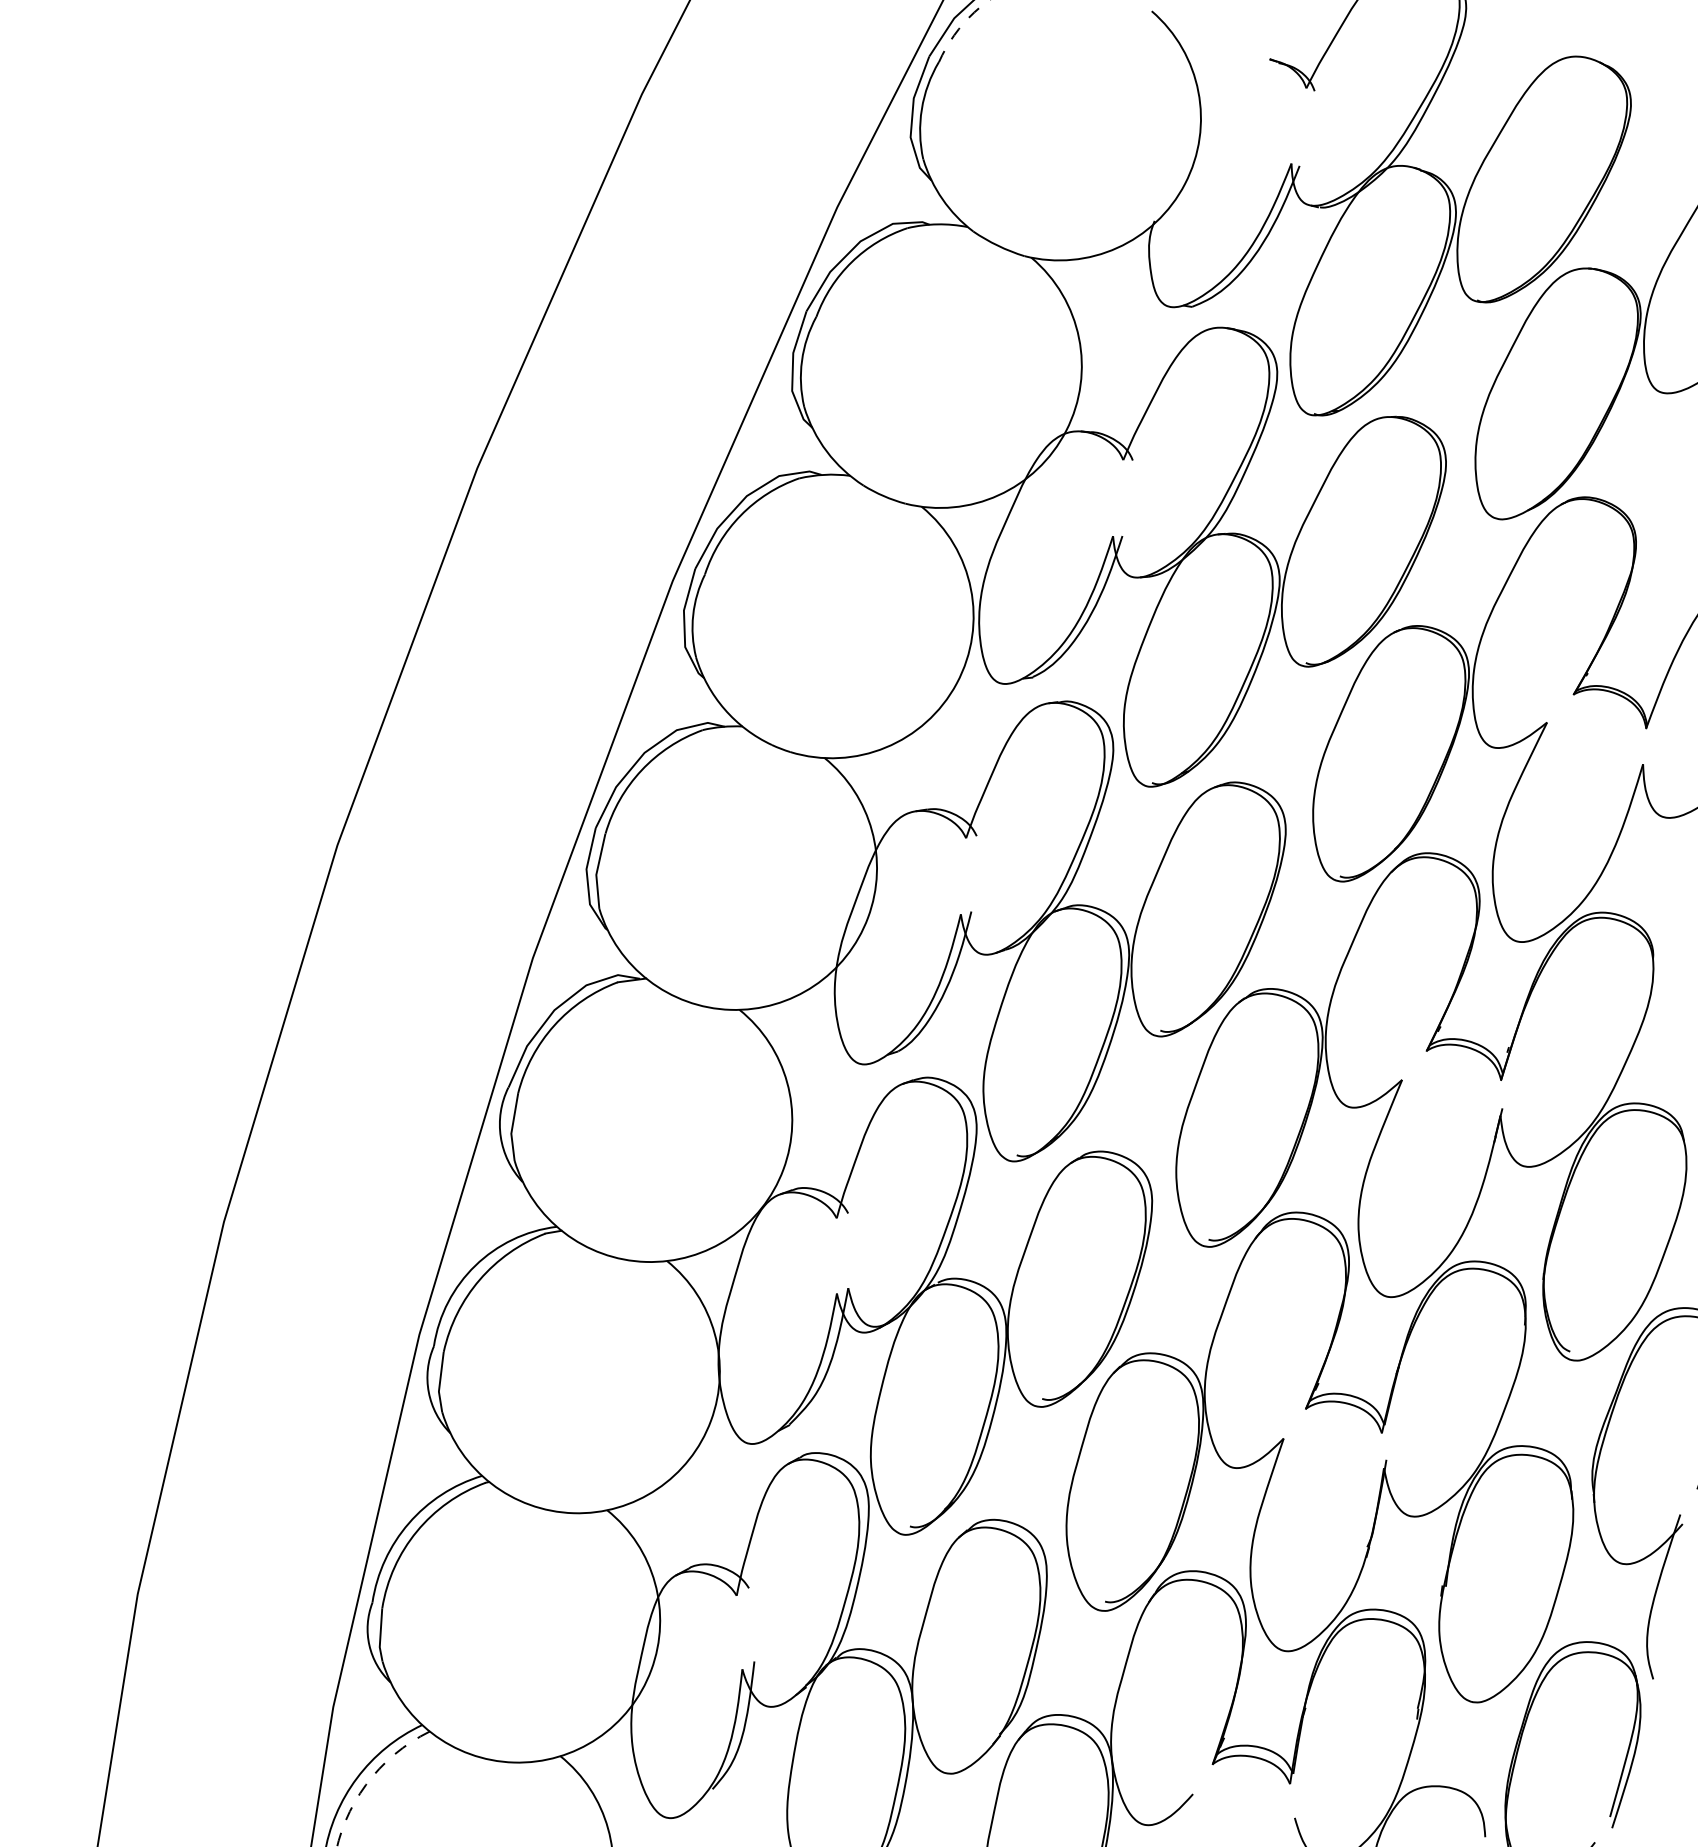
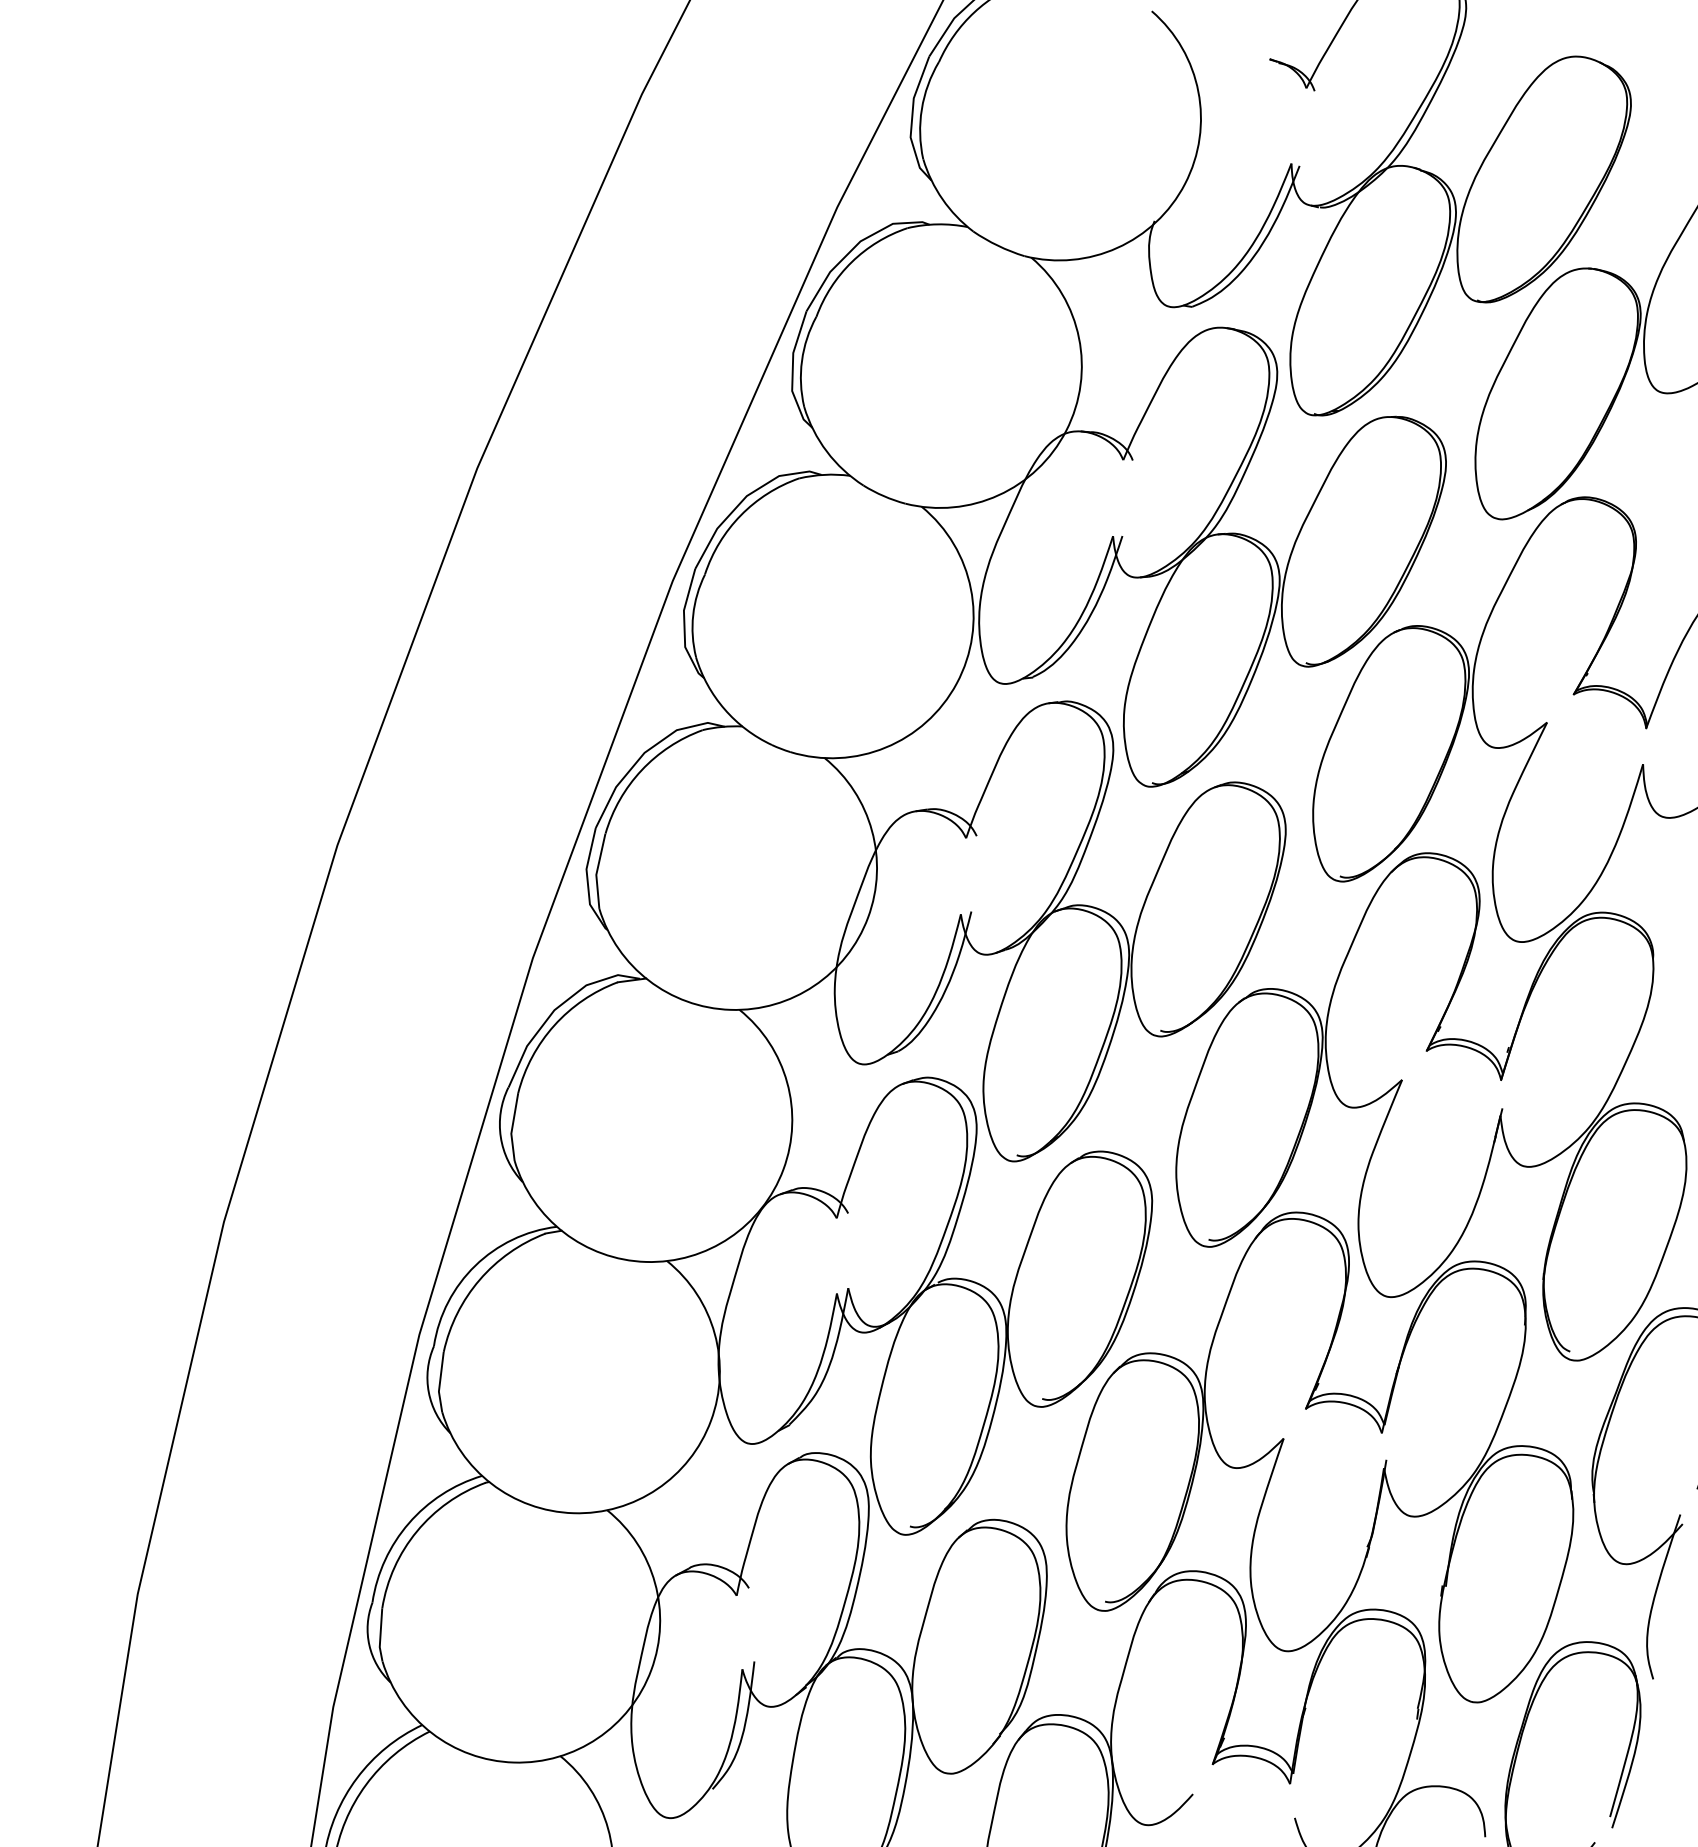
arc at (960, 27): dashed -> solid
arc at (370, 1778): dashed -> solid
